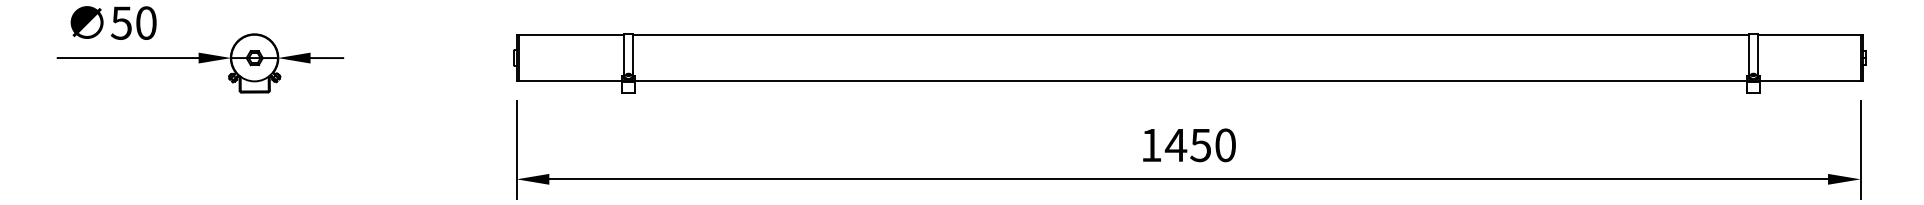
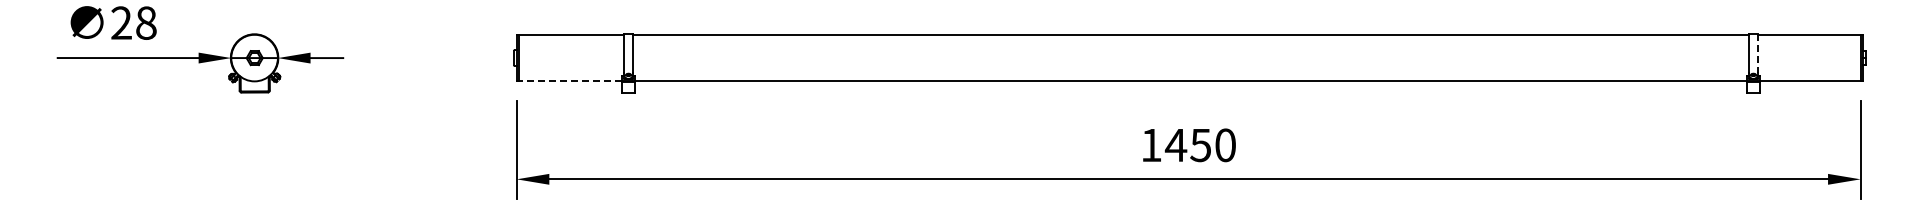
text at (133, 22): 50 -> 28
line at (1758, 53): solid -> dashed
line at (570, 81): solid -> dashed
